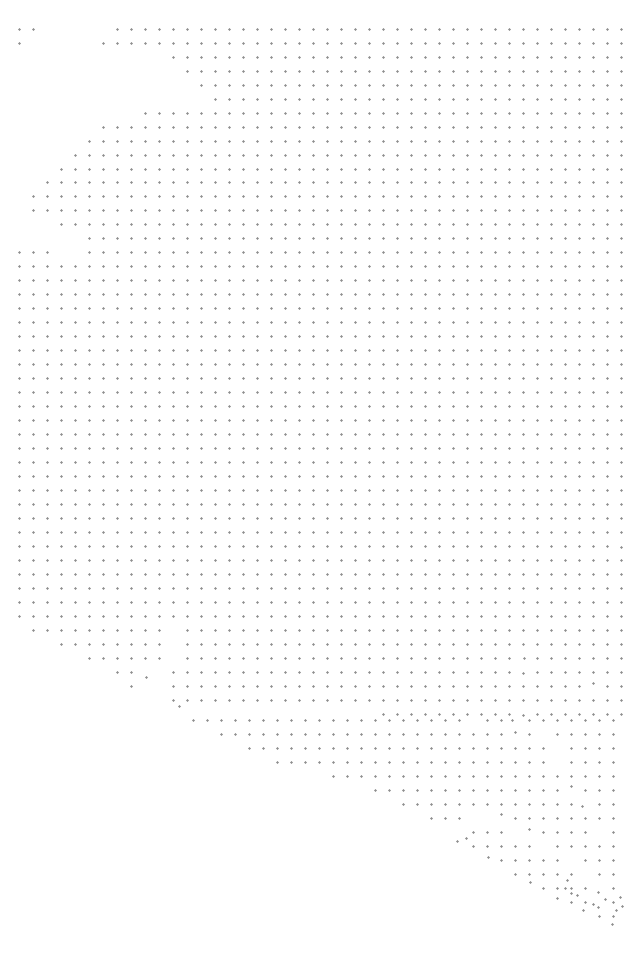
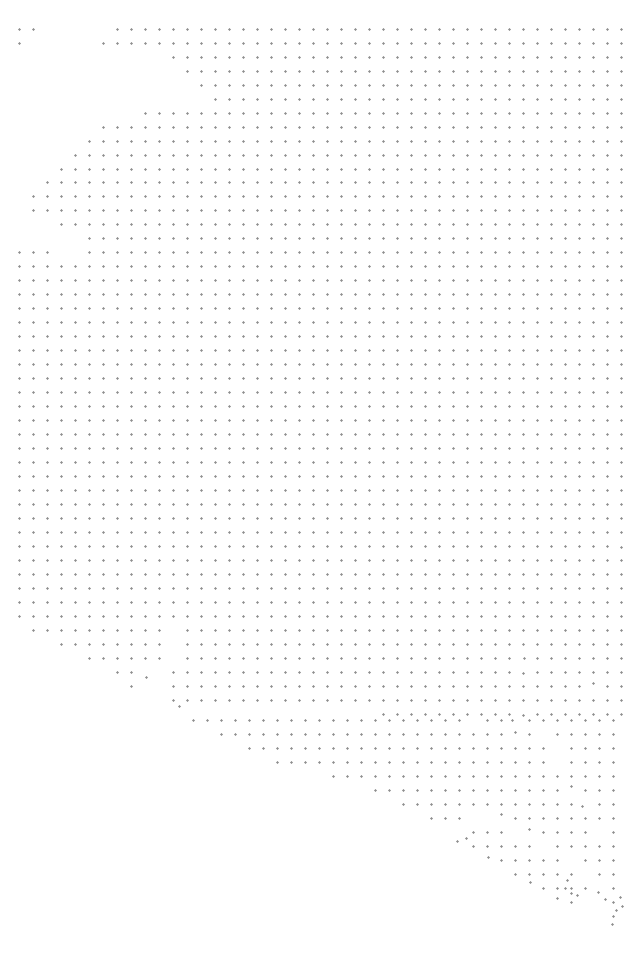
part at (591, 909): present -> none
